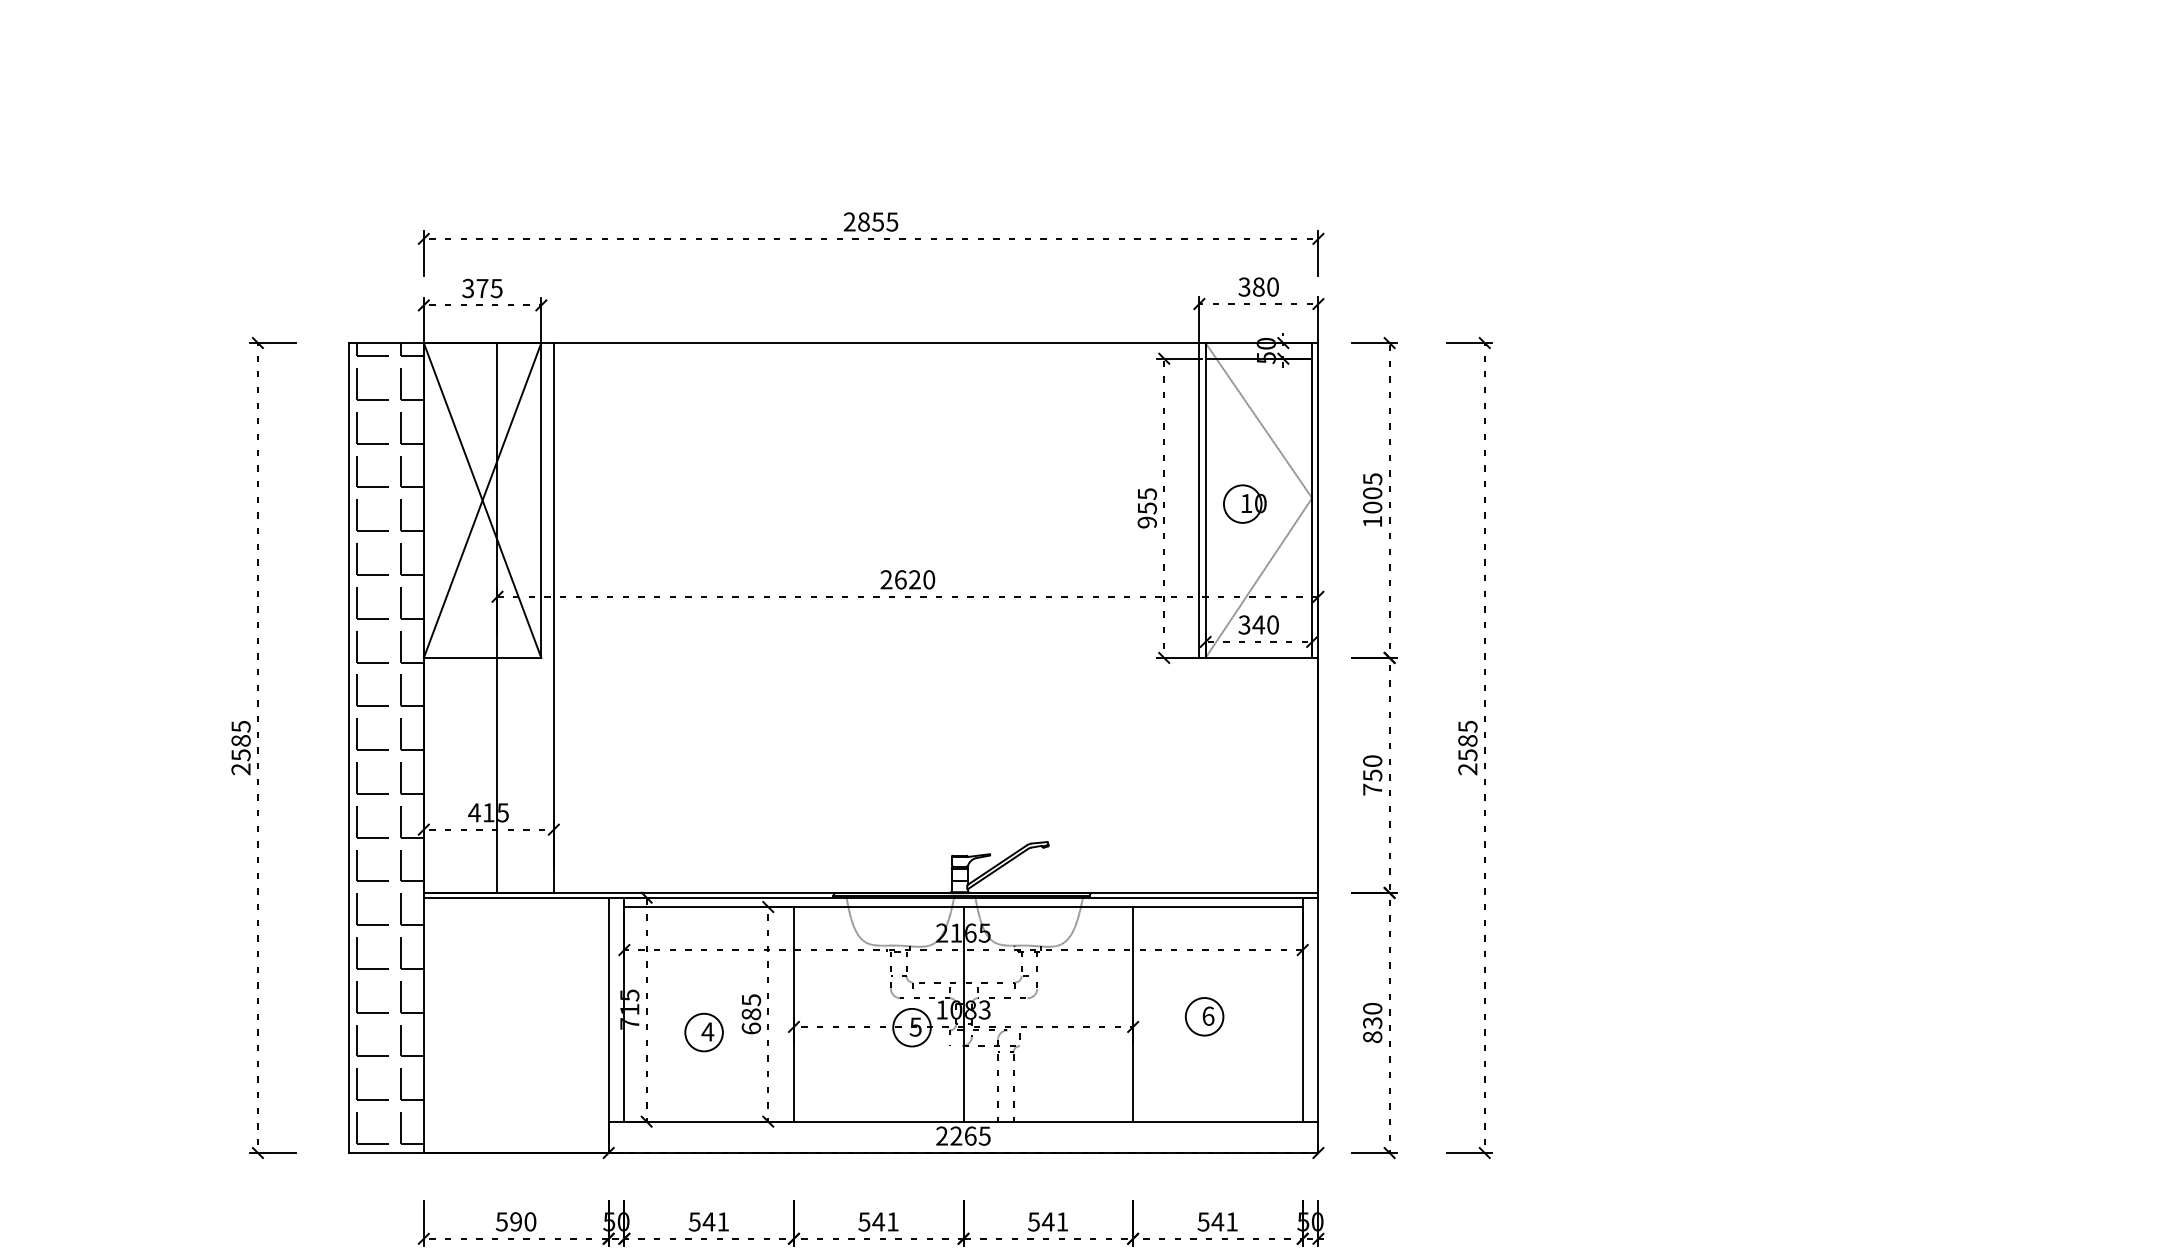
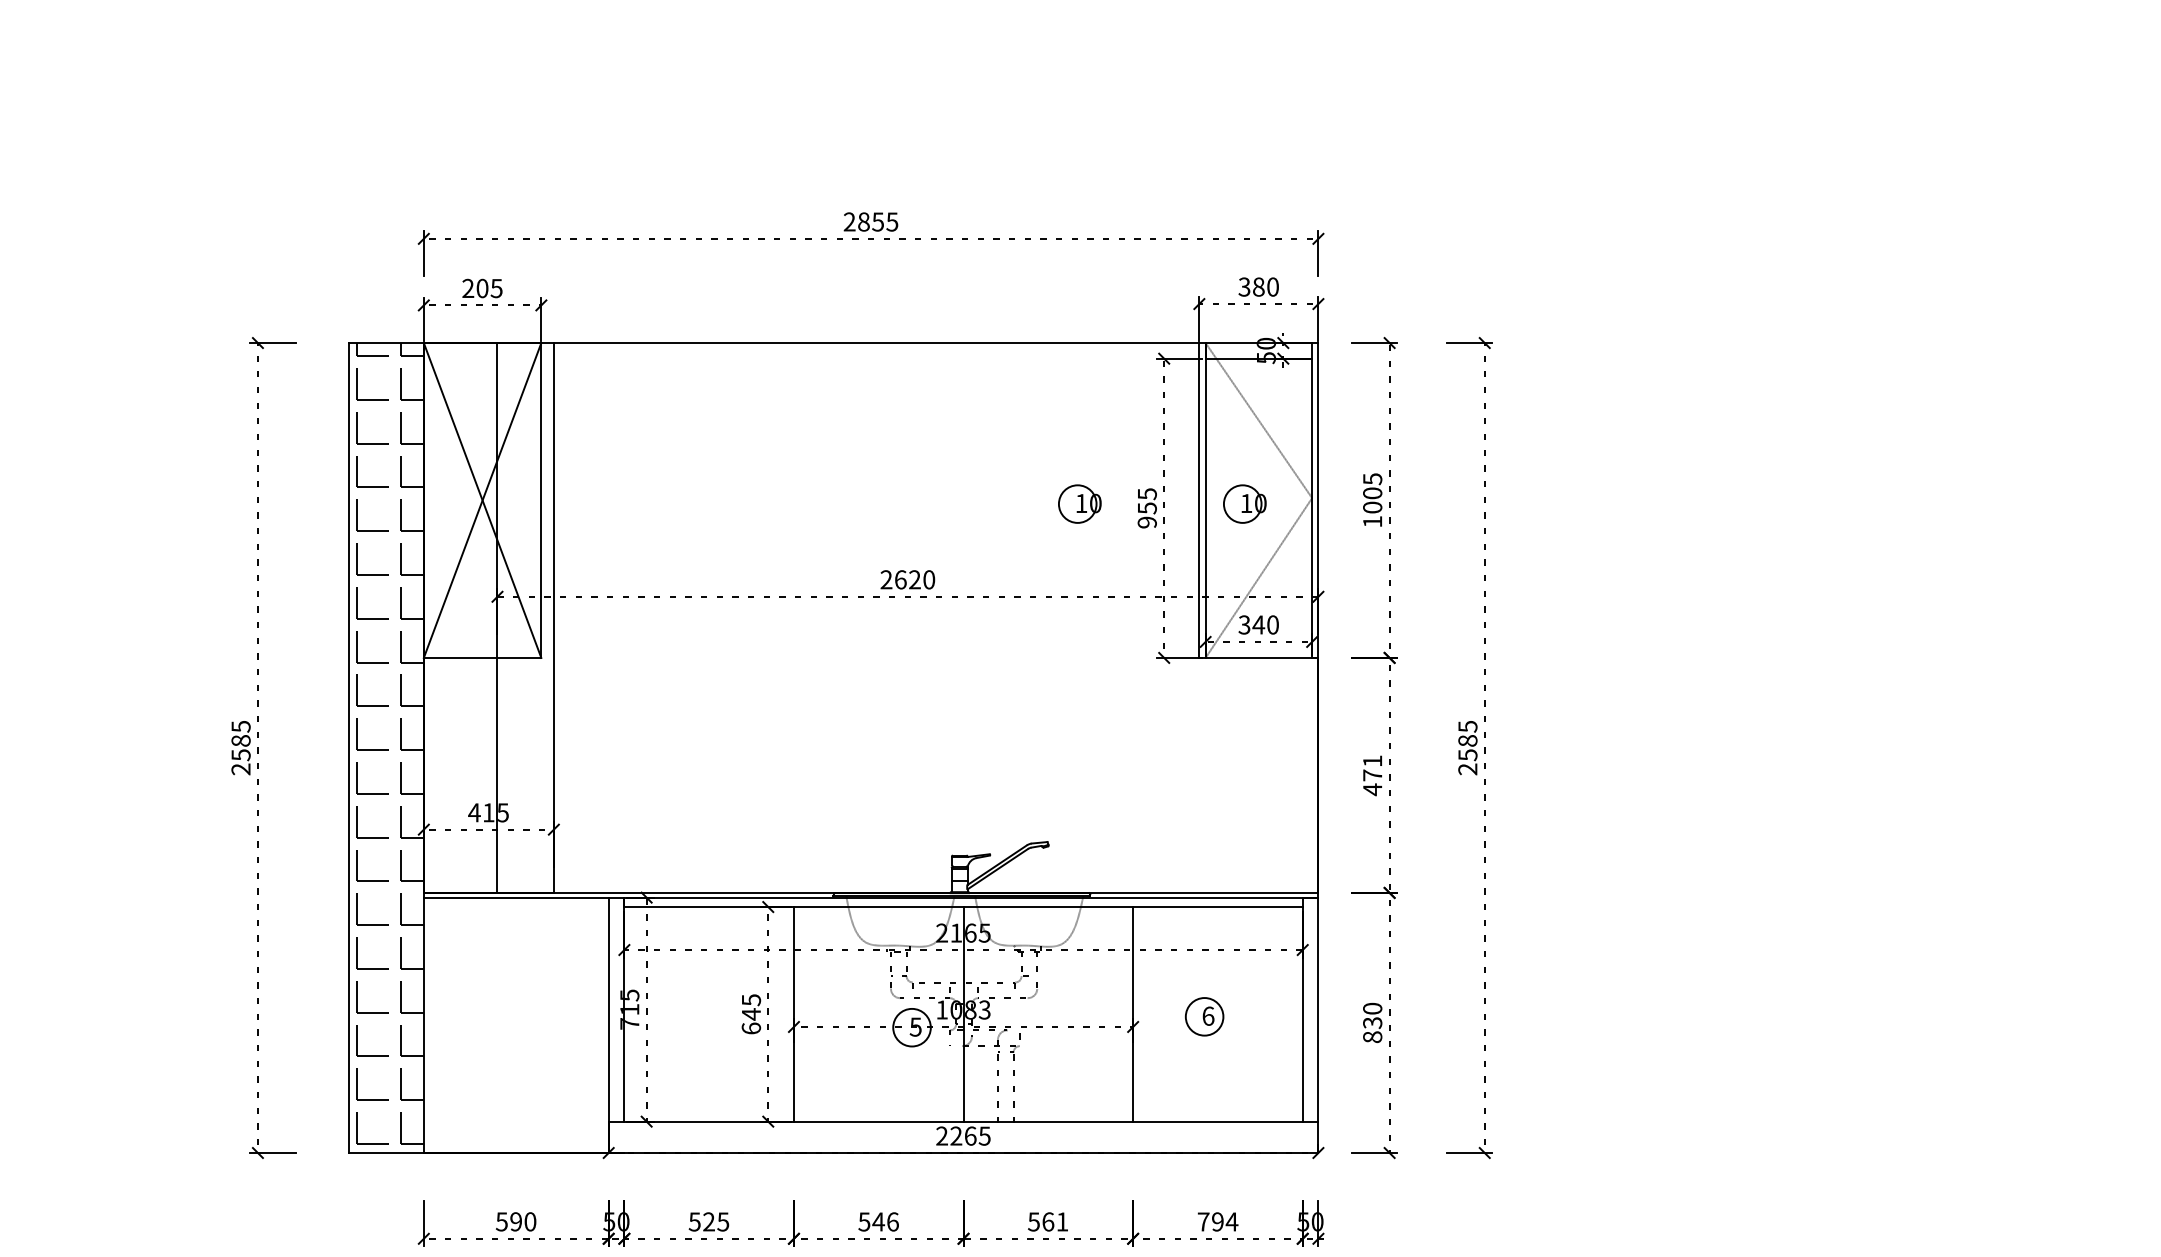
text at (475, 288): 375 -> 205
part at (1079, 503): none -> present
text at (1372, 775): 750 -> 471
text at (751, 1014): 685 -> 645
part at (703, 1032): present -> none
text at (715, 1221): 541 -> 525
text at (892, 1221): 541 -> 546
text at (1047, 1221): 541 -> 561
text at (1217, 1221): 541 -> 794
